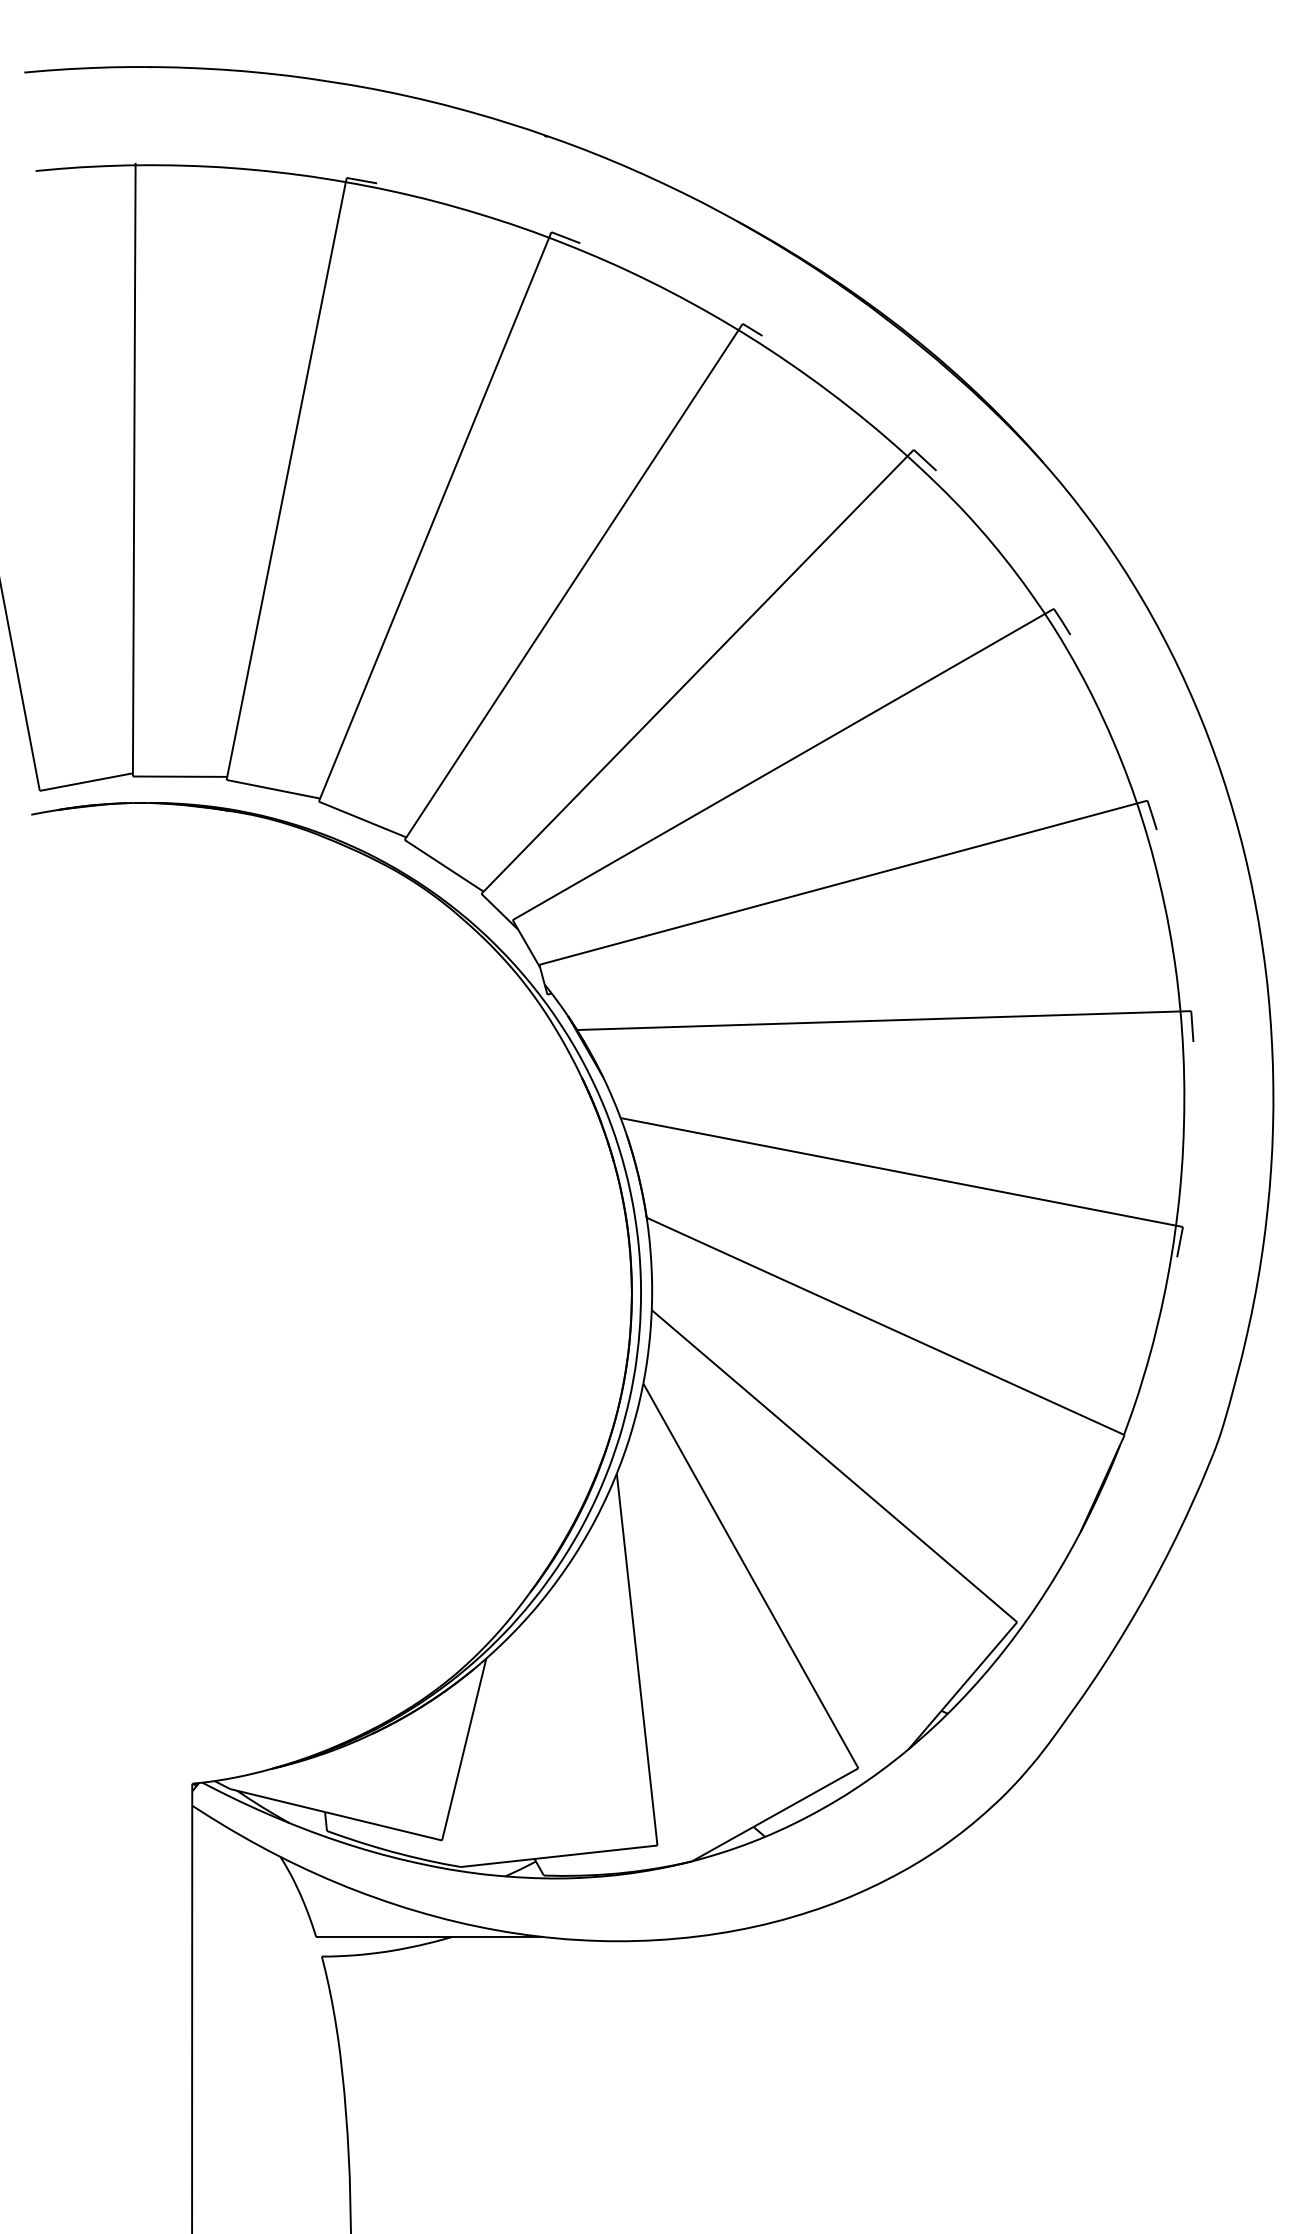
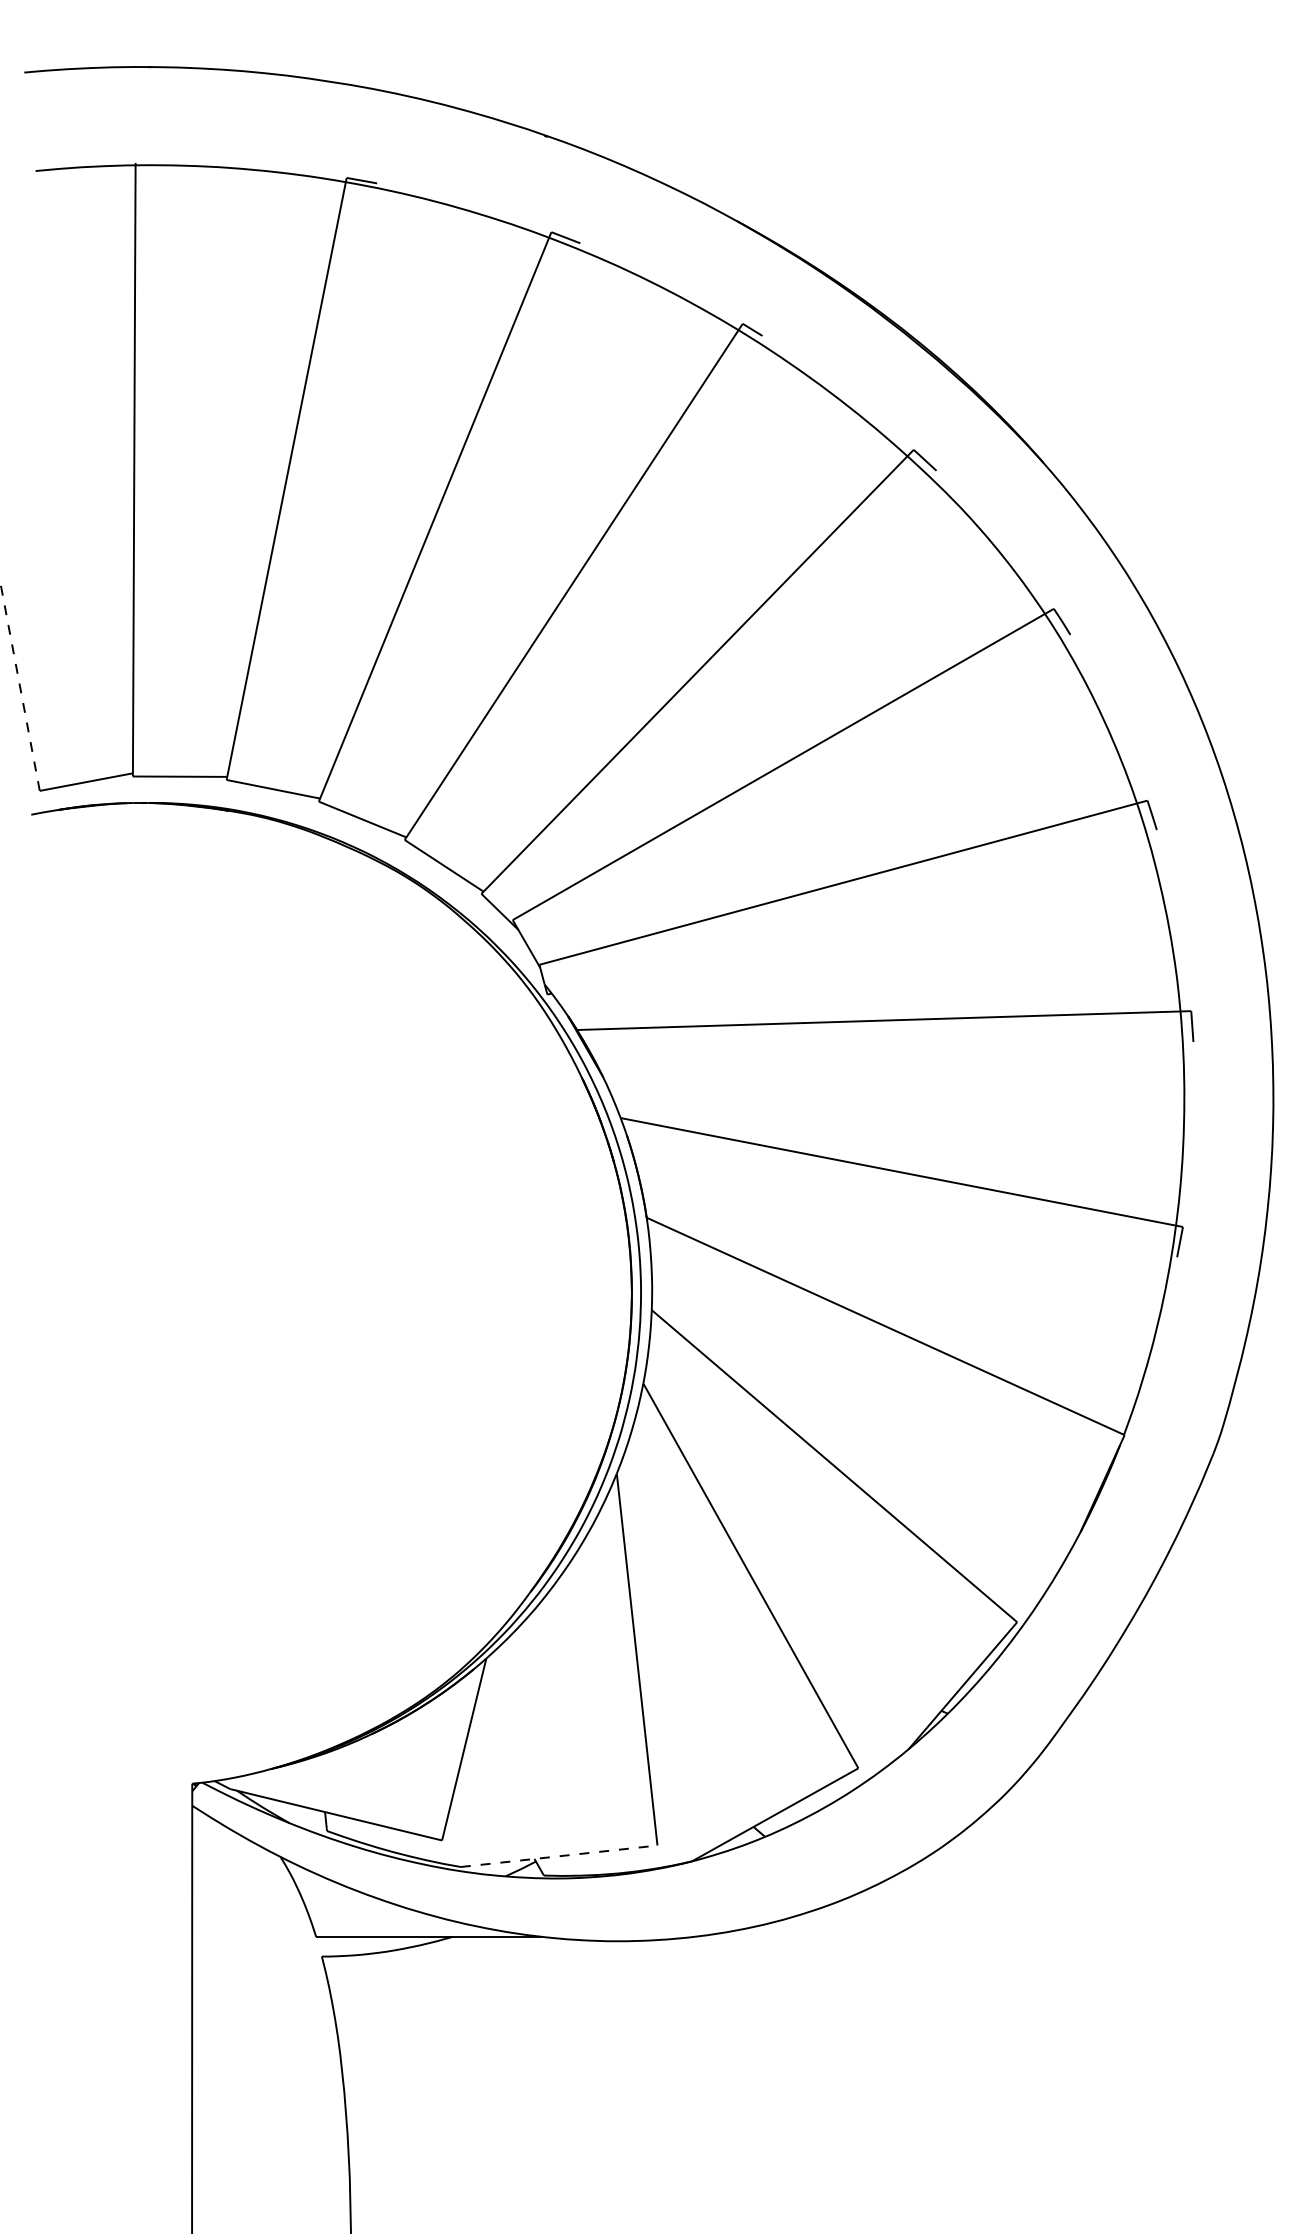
line at (19, 685): solid -> dashed
line at (559, 1856): solid -> dashed
